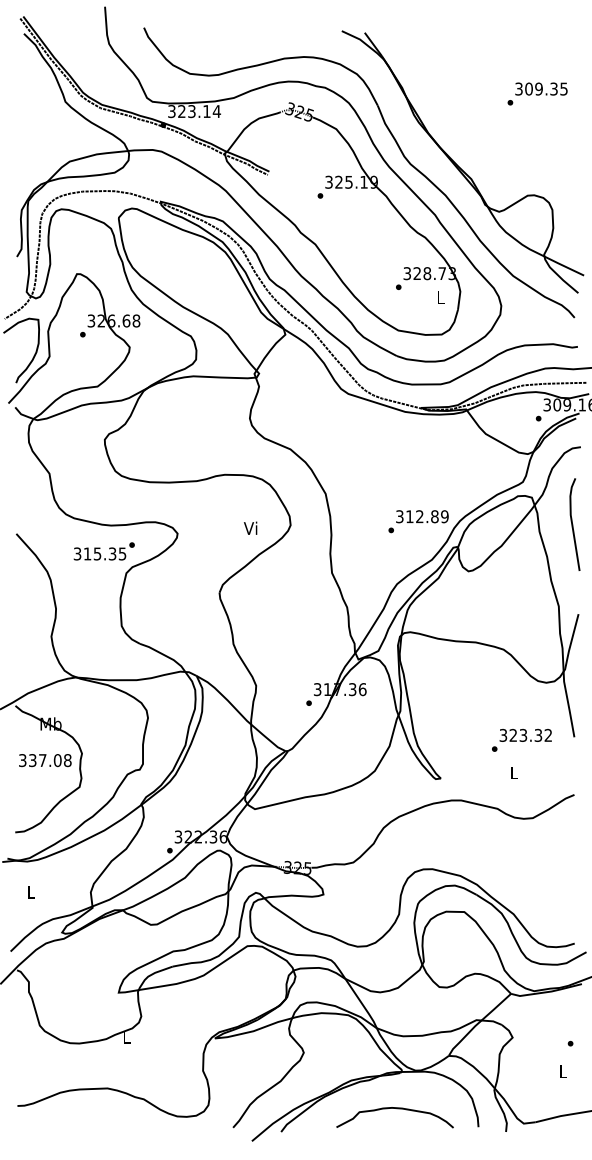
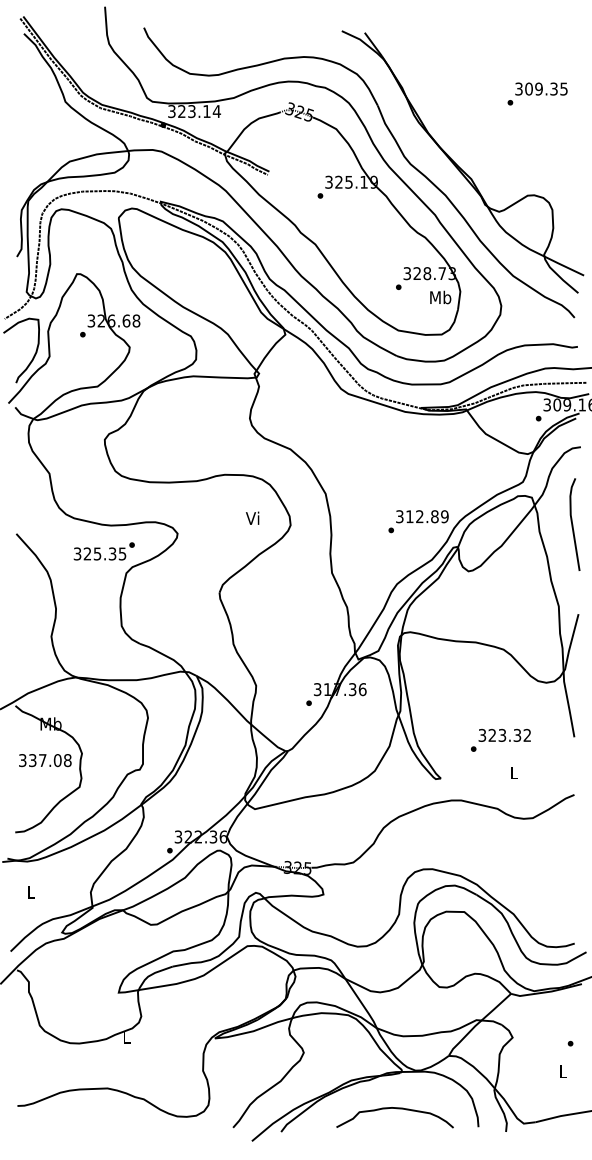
text at (440, 297): L -> Mb
text at (250, 527) position: (250, 527) -> (252, 517)
text at (87, 553): 315.35 -> 325.35
text at (521, 740) position: (521, 740) -> (500, 740)
